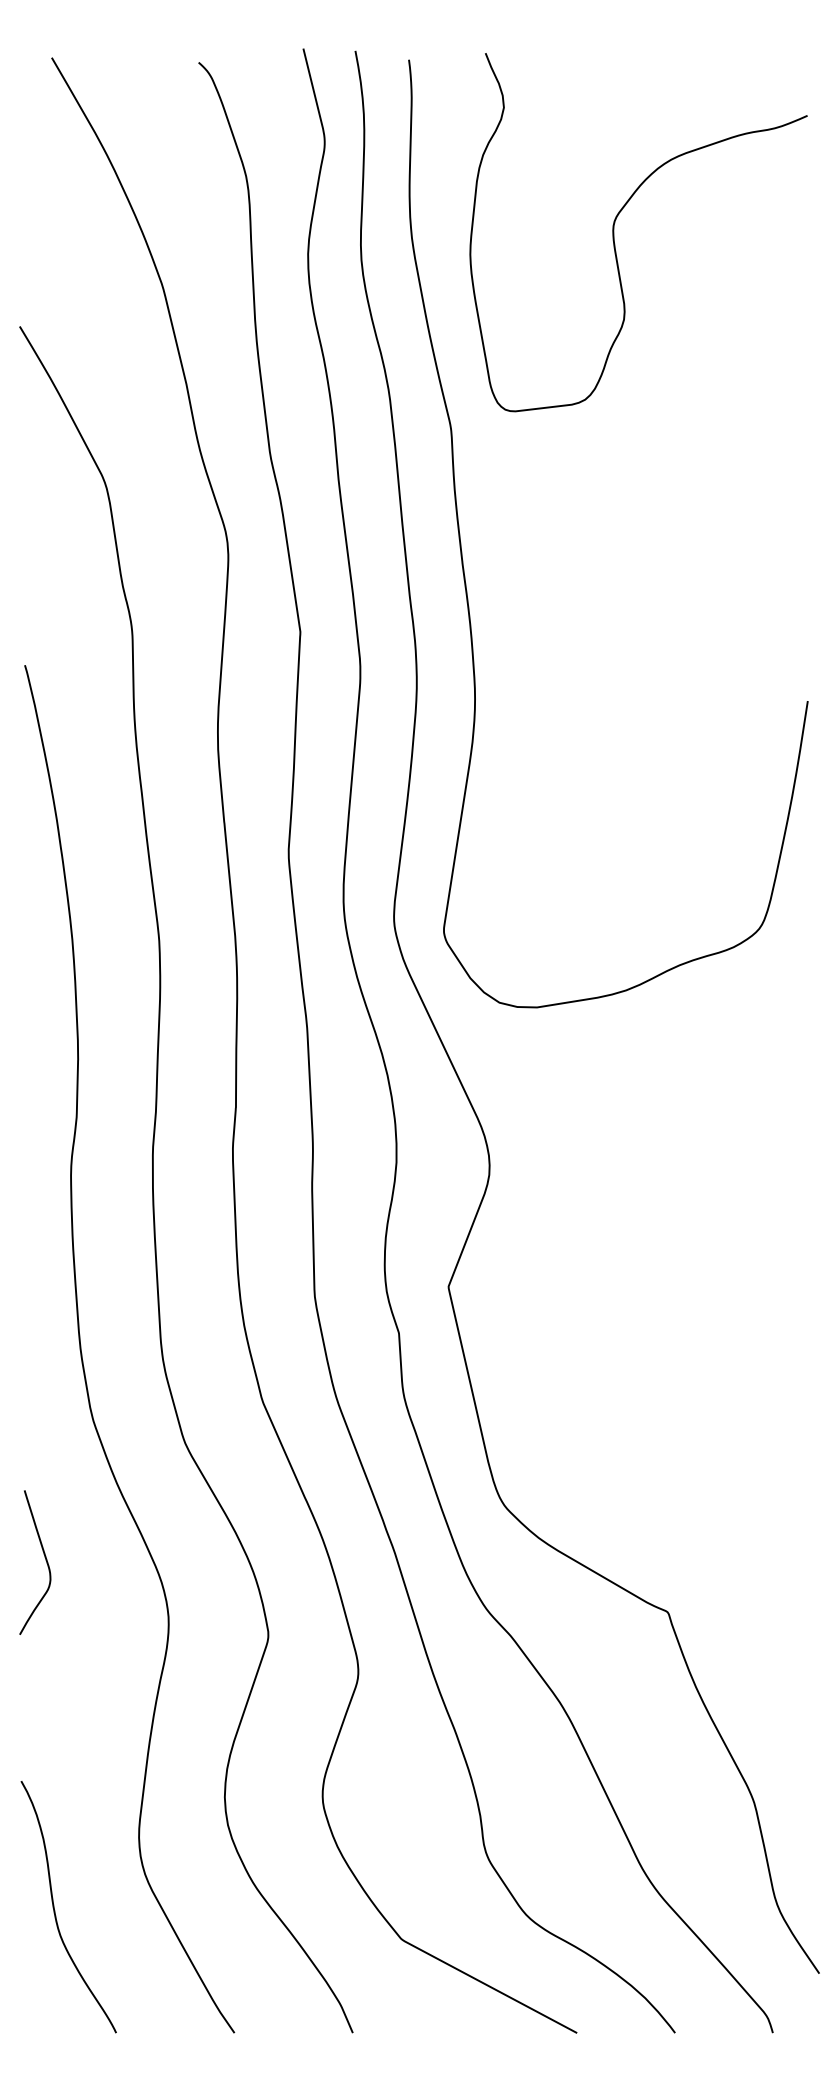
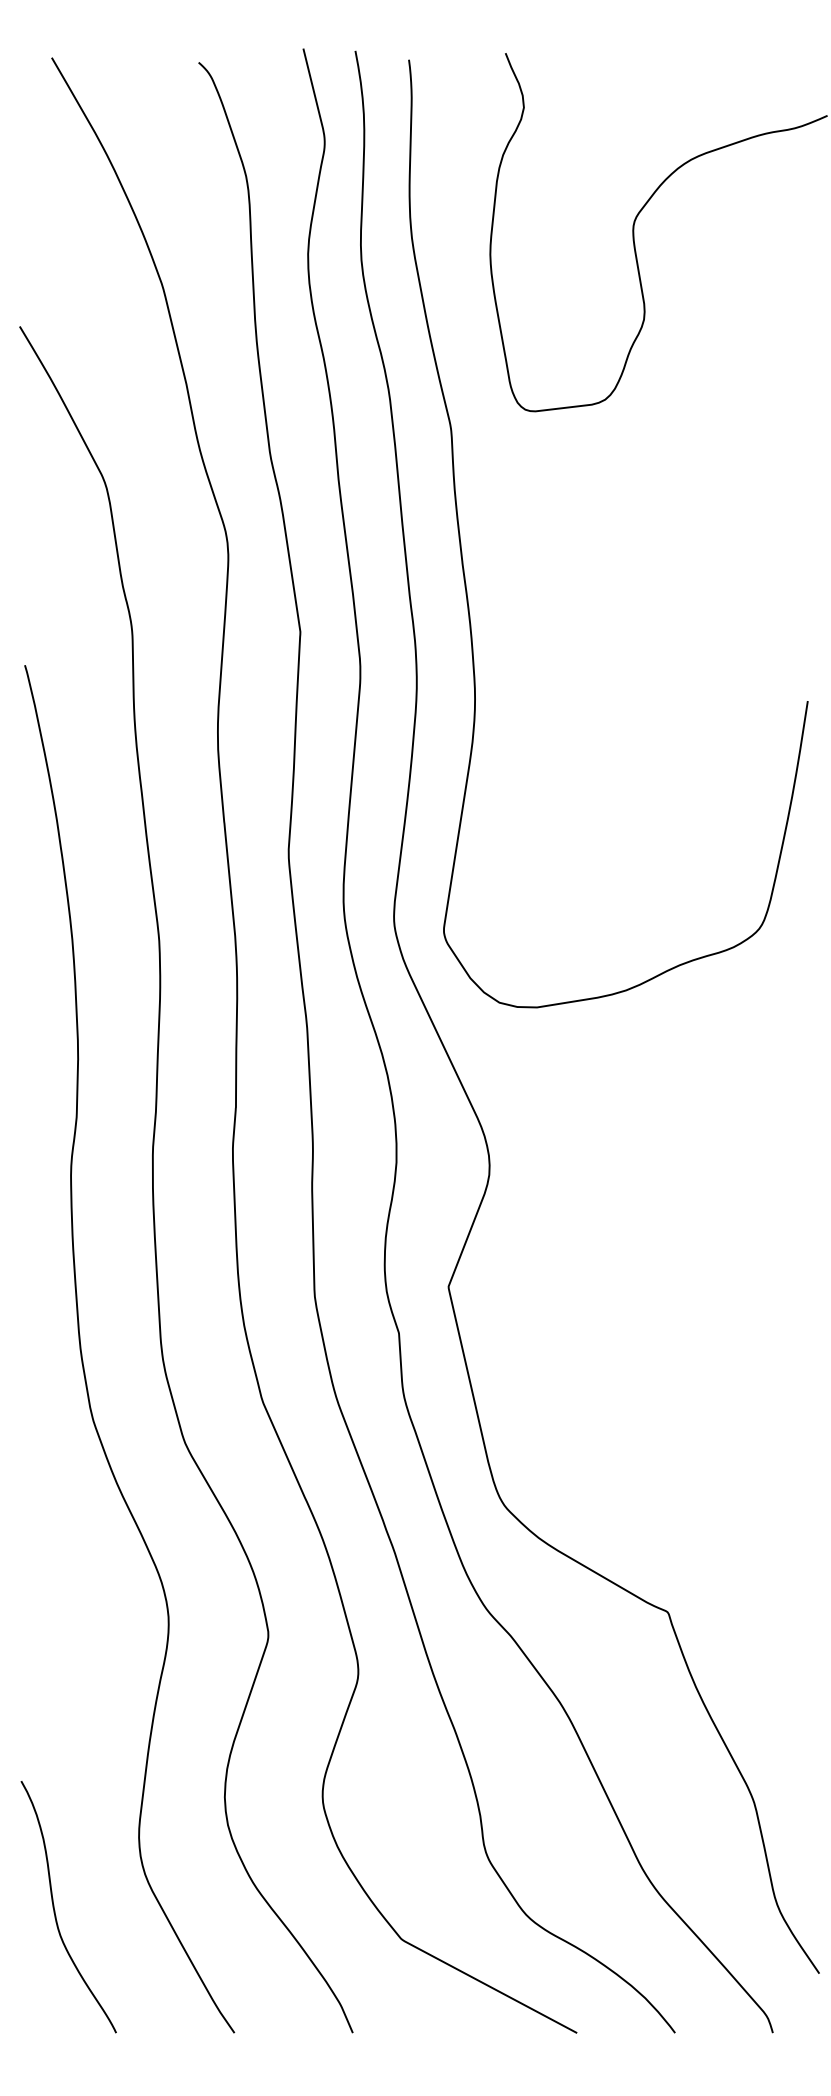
curve at (614, 232) position: (614, 232) -> (634, 232)
curve at (45, 1560): present -> none
